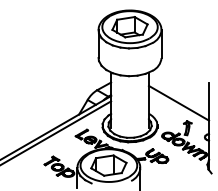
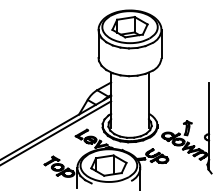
line at (178, 102): present -> none
